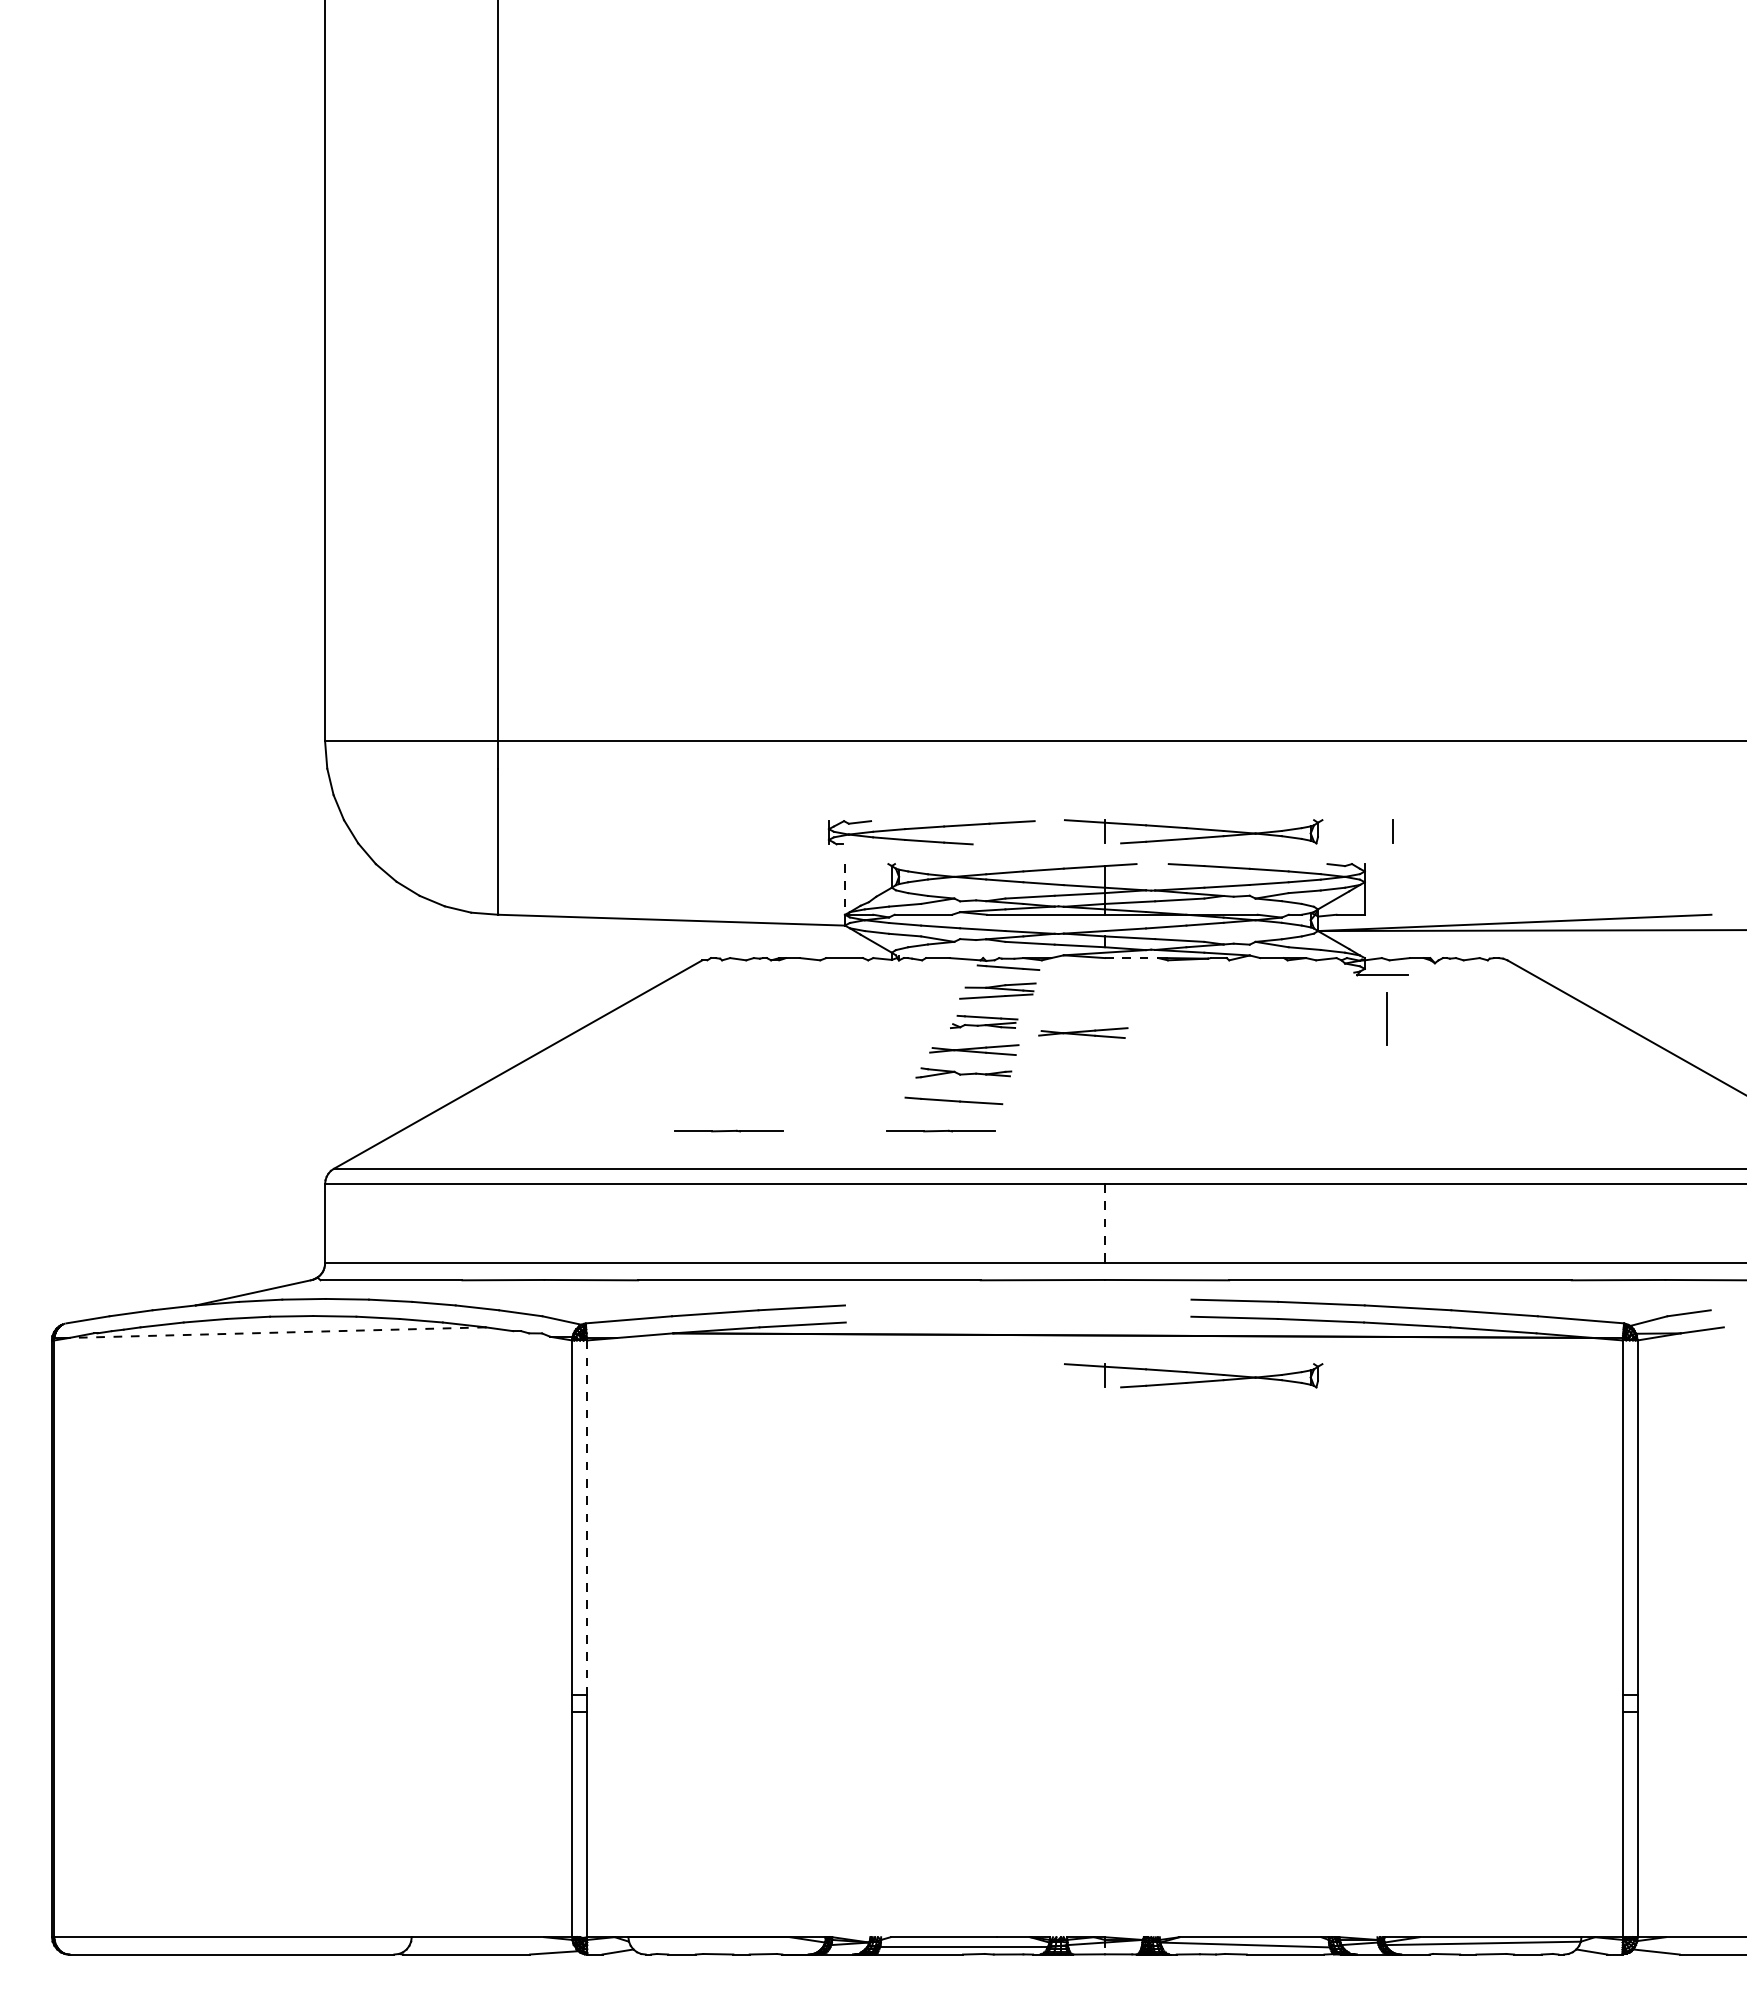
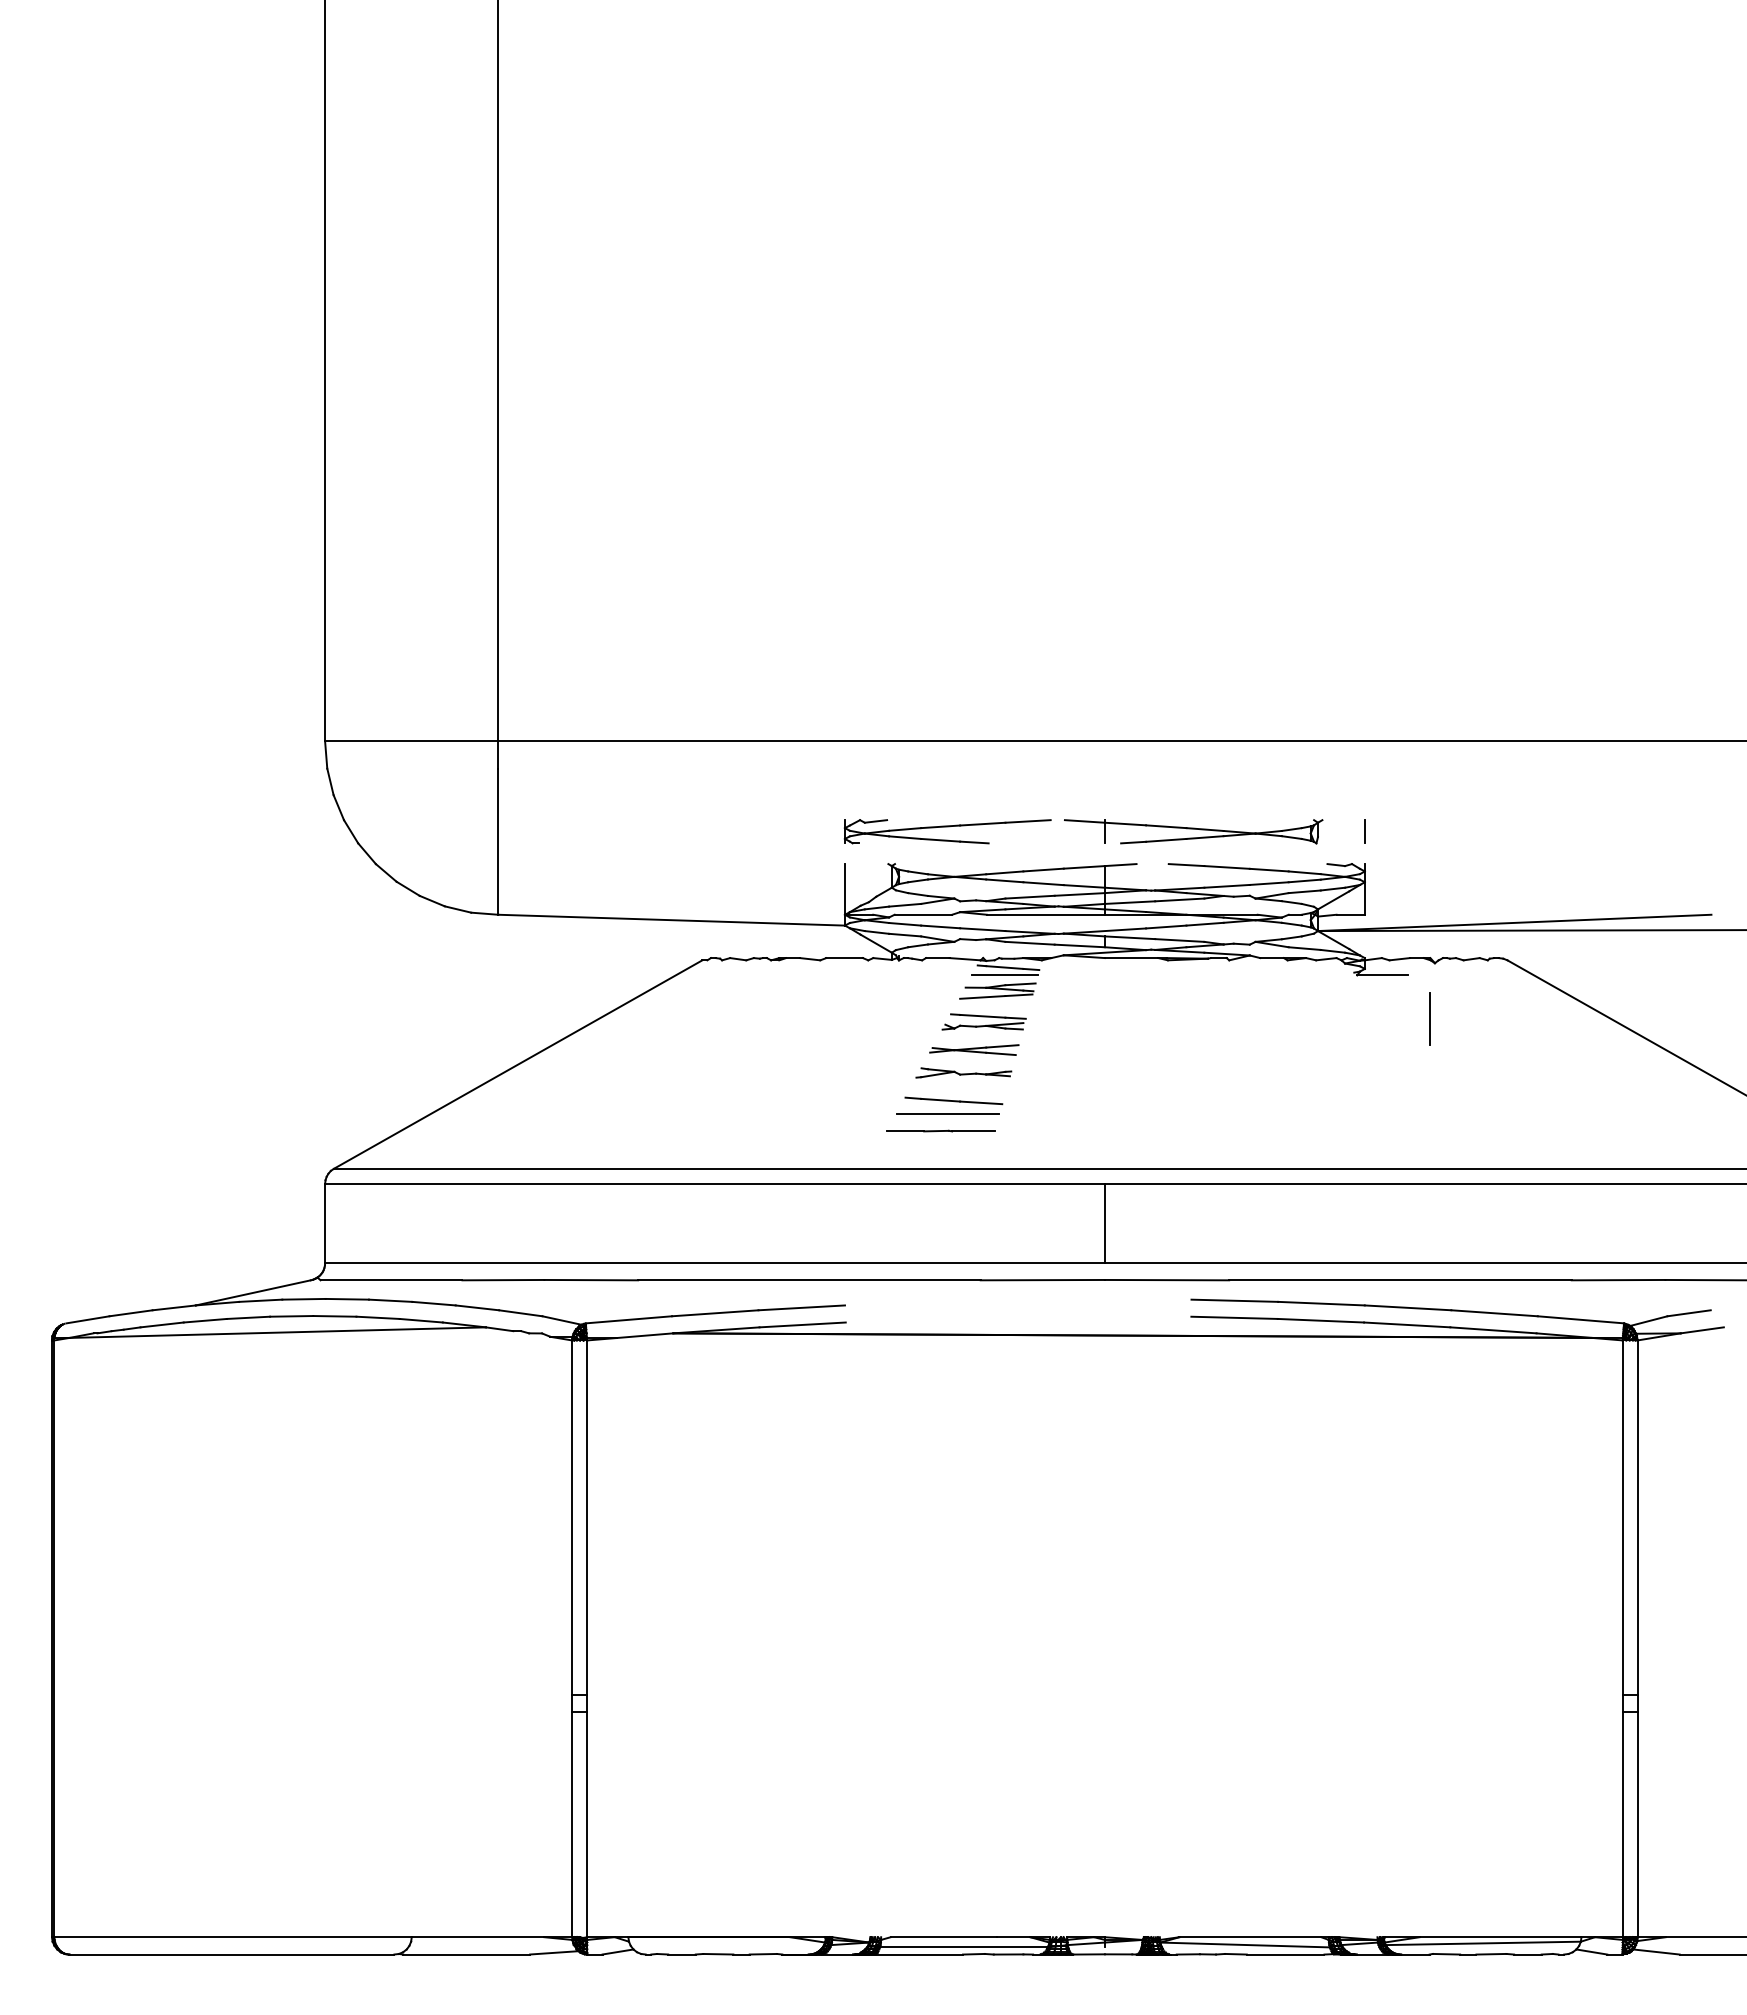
line at (1392, 831) position: (1392, 831) -> (1364, 831)
part at (931, 832) position: (931, 832) -> (947, 831)
line at (844, 889): dashed -> solid
line at (1131, 958): dashed -> solid
line at (1004, 975): none -> present
line at (1386, 1018) position: (1386, 1018) -> (1429, 1018)
part at (984, 1021) size: 69x14 px -> 86x18 px
part at (1083, 1032): present -> none
line at (947, 1114): none -> present
part at (728, 1130): present -> none
line at (1104, 1223): dashed -> solid
line at (277, 1332): dashed -> solid
part at (1193, 1375): present -> none
line at (587, 1518): dashed -> solid
